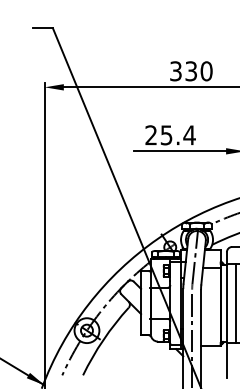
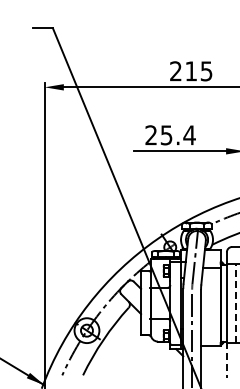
text at (191, 71): 330 -> 215
line at (235, 303): solid -> dashed
line at (226, 359): solid -> dashed
